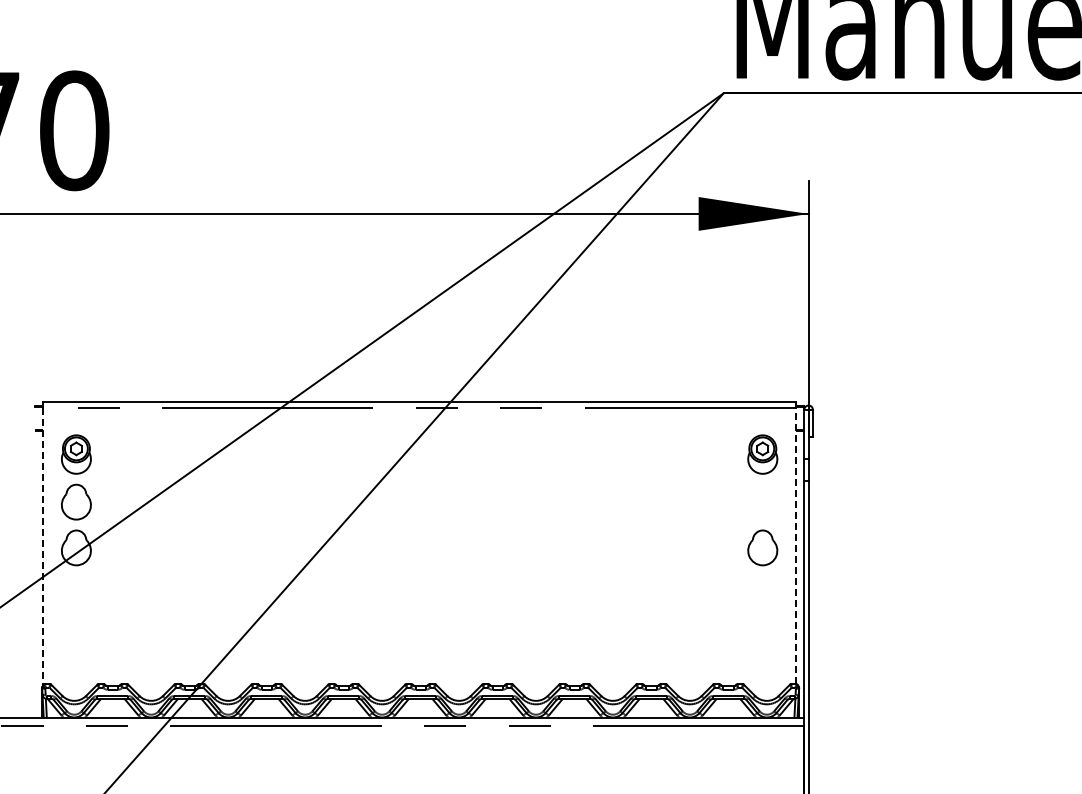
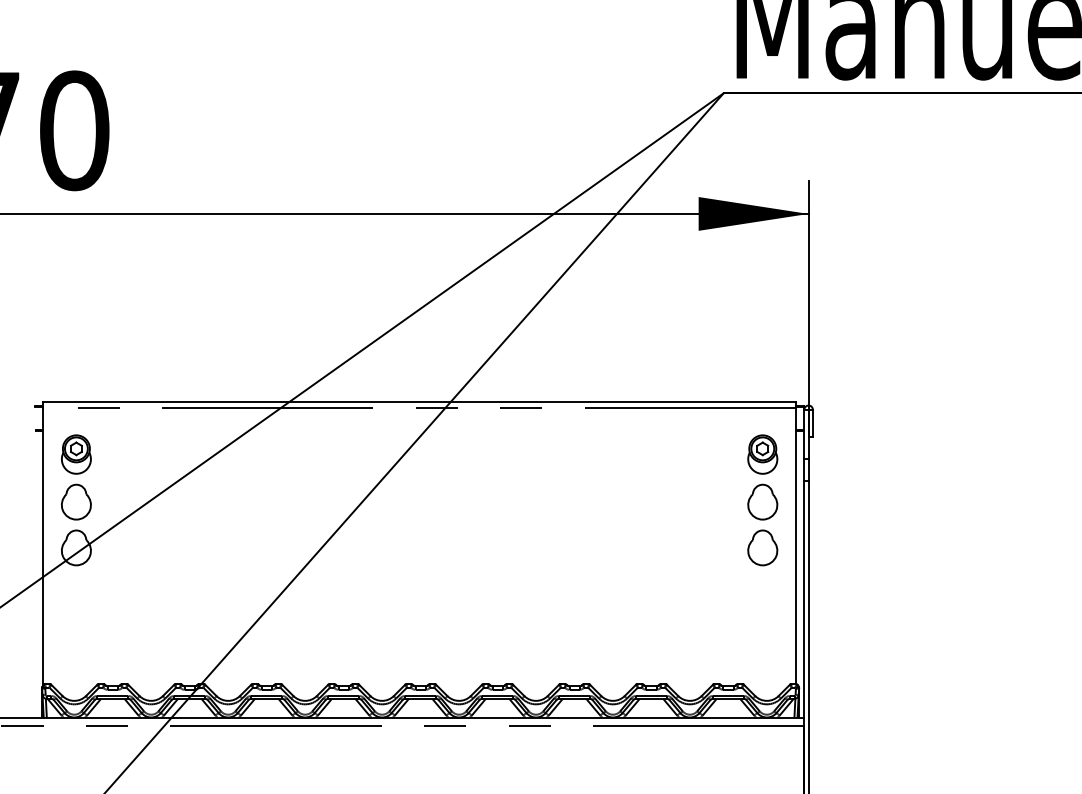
part at (762, 501): none -> present
line at (43, 546): dashed -> solid
line at (796, 546): dashed -> solid
